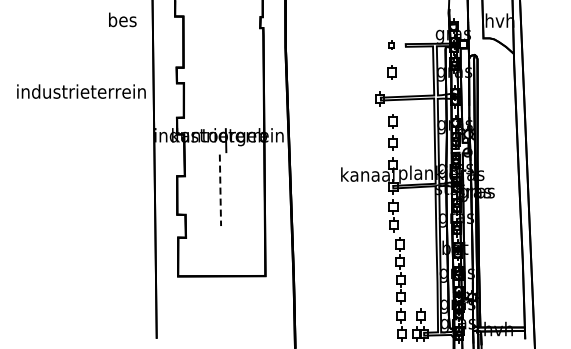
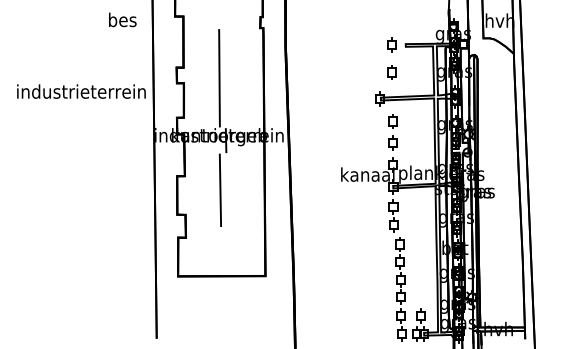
part at (391, 44) size: 7x10 px -> 10x16 px
line at (219, 78): none -> present
line at (220, 190): dashed -> solid
